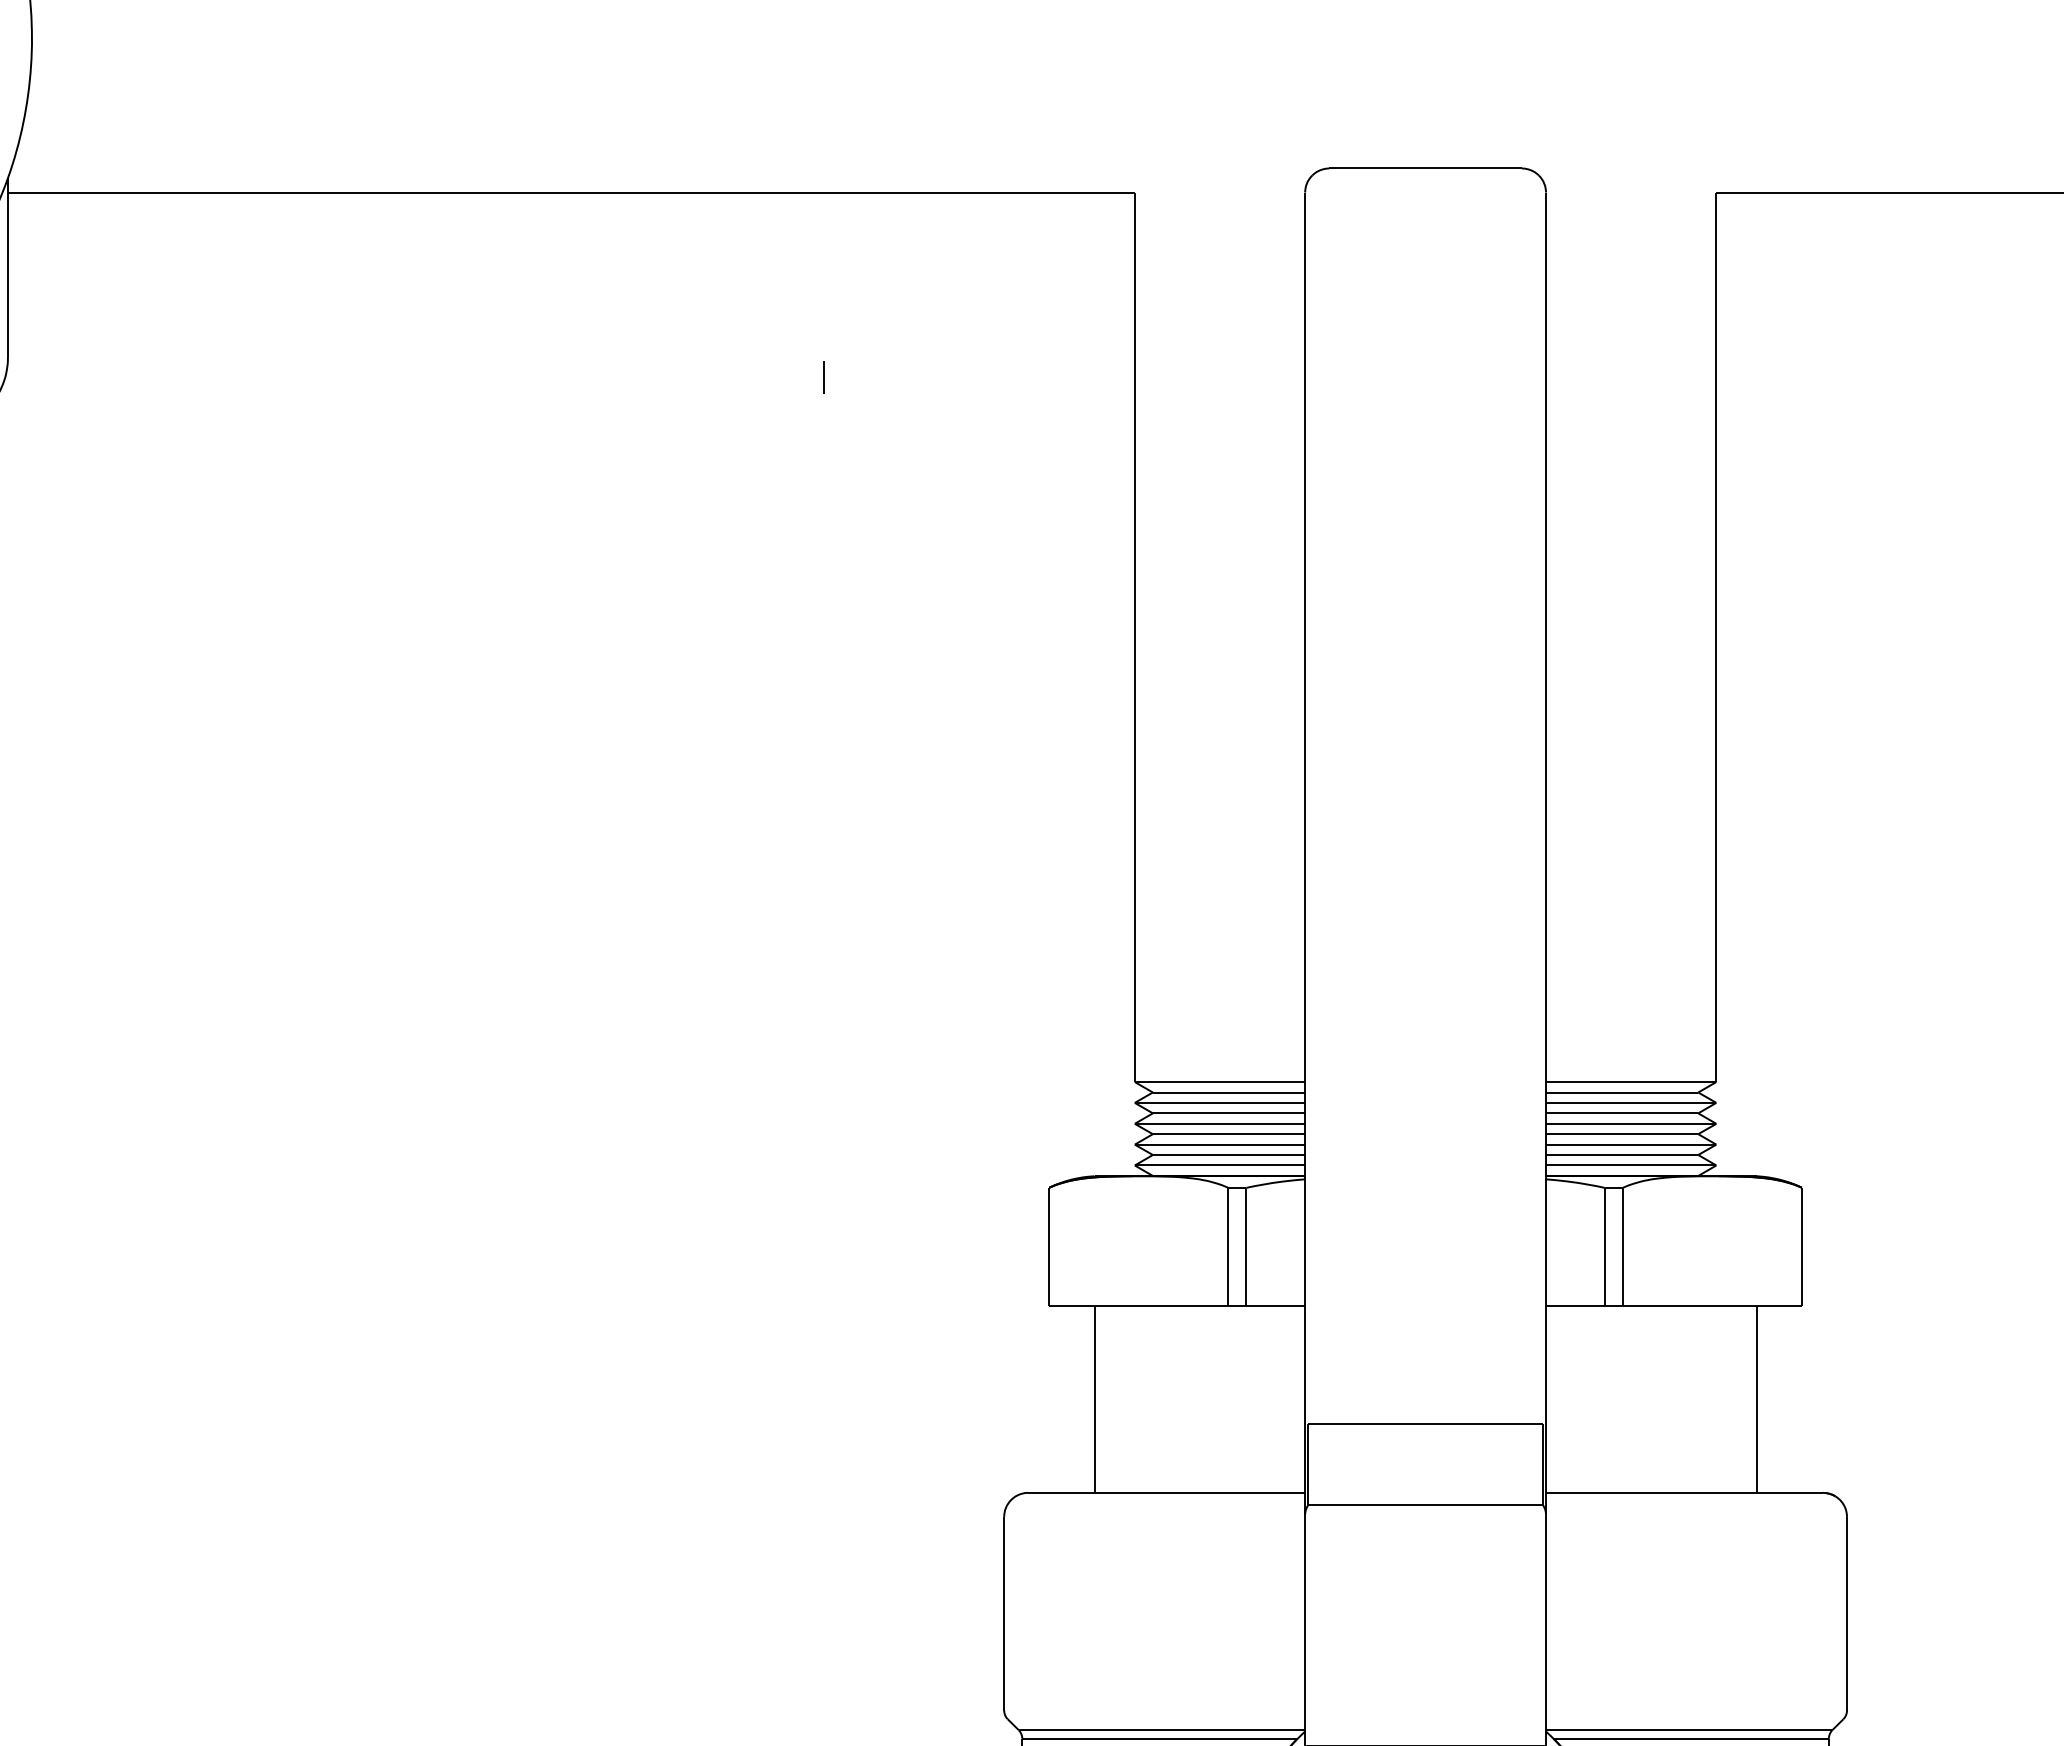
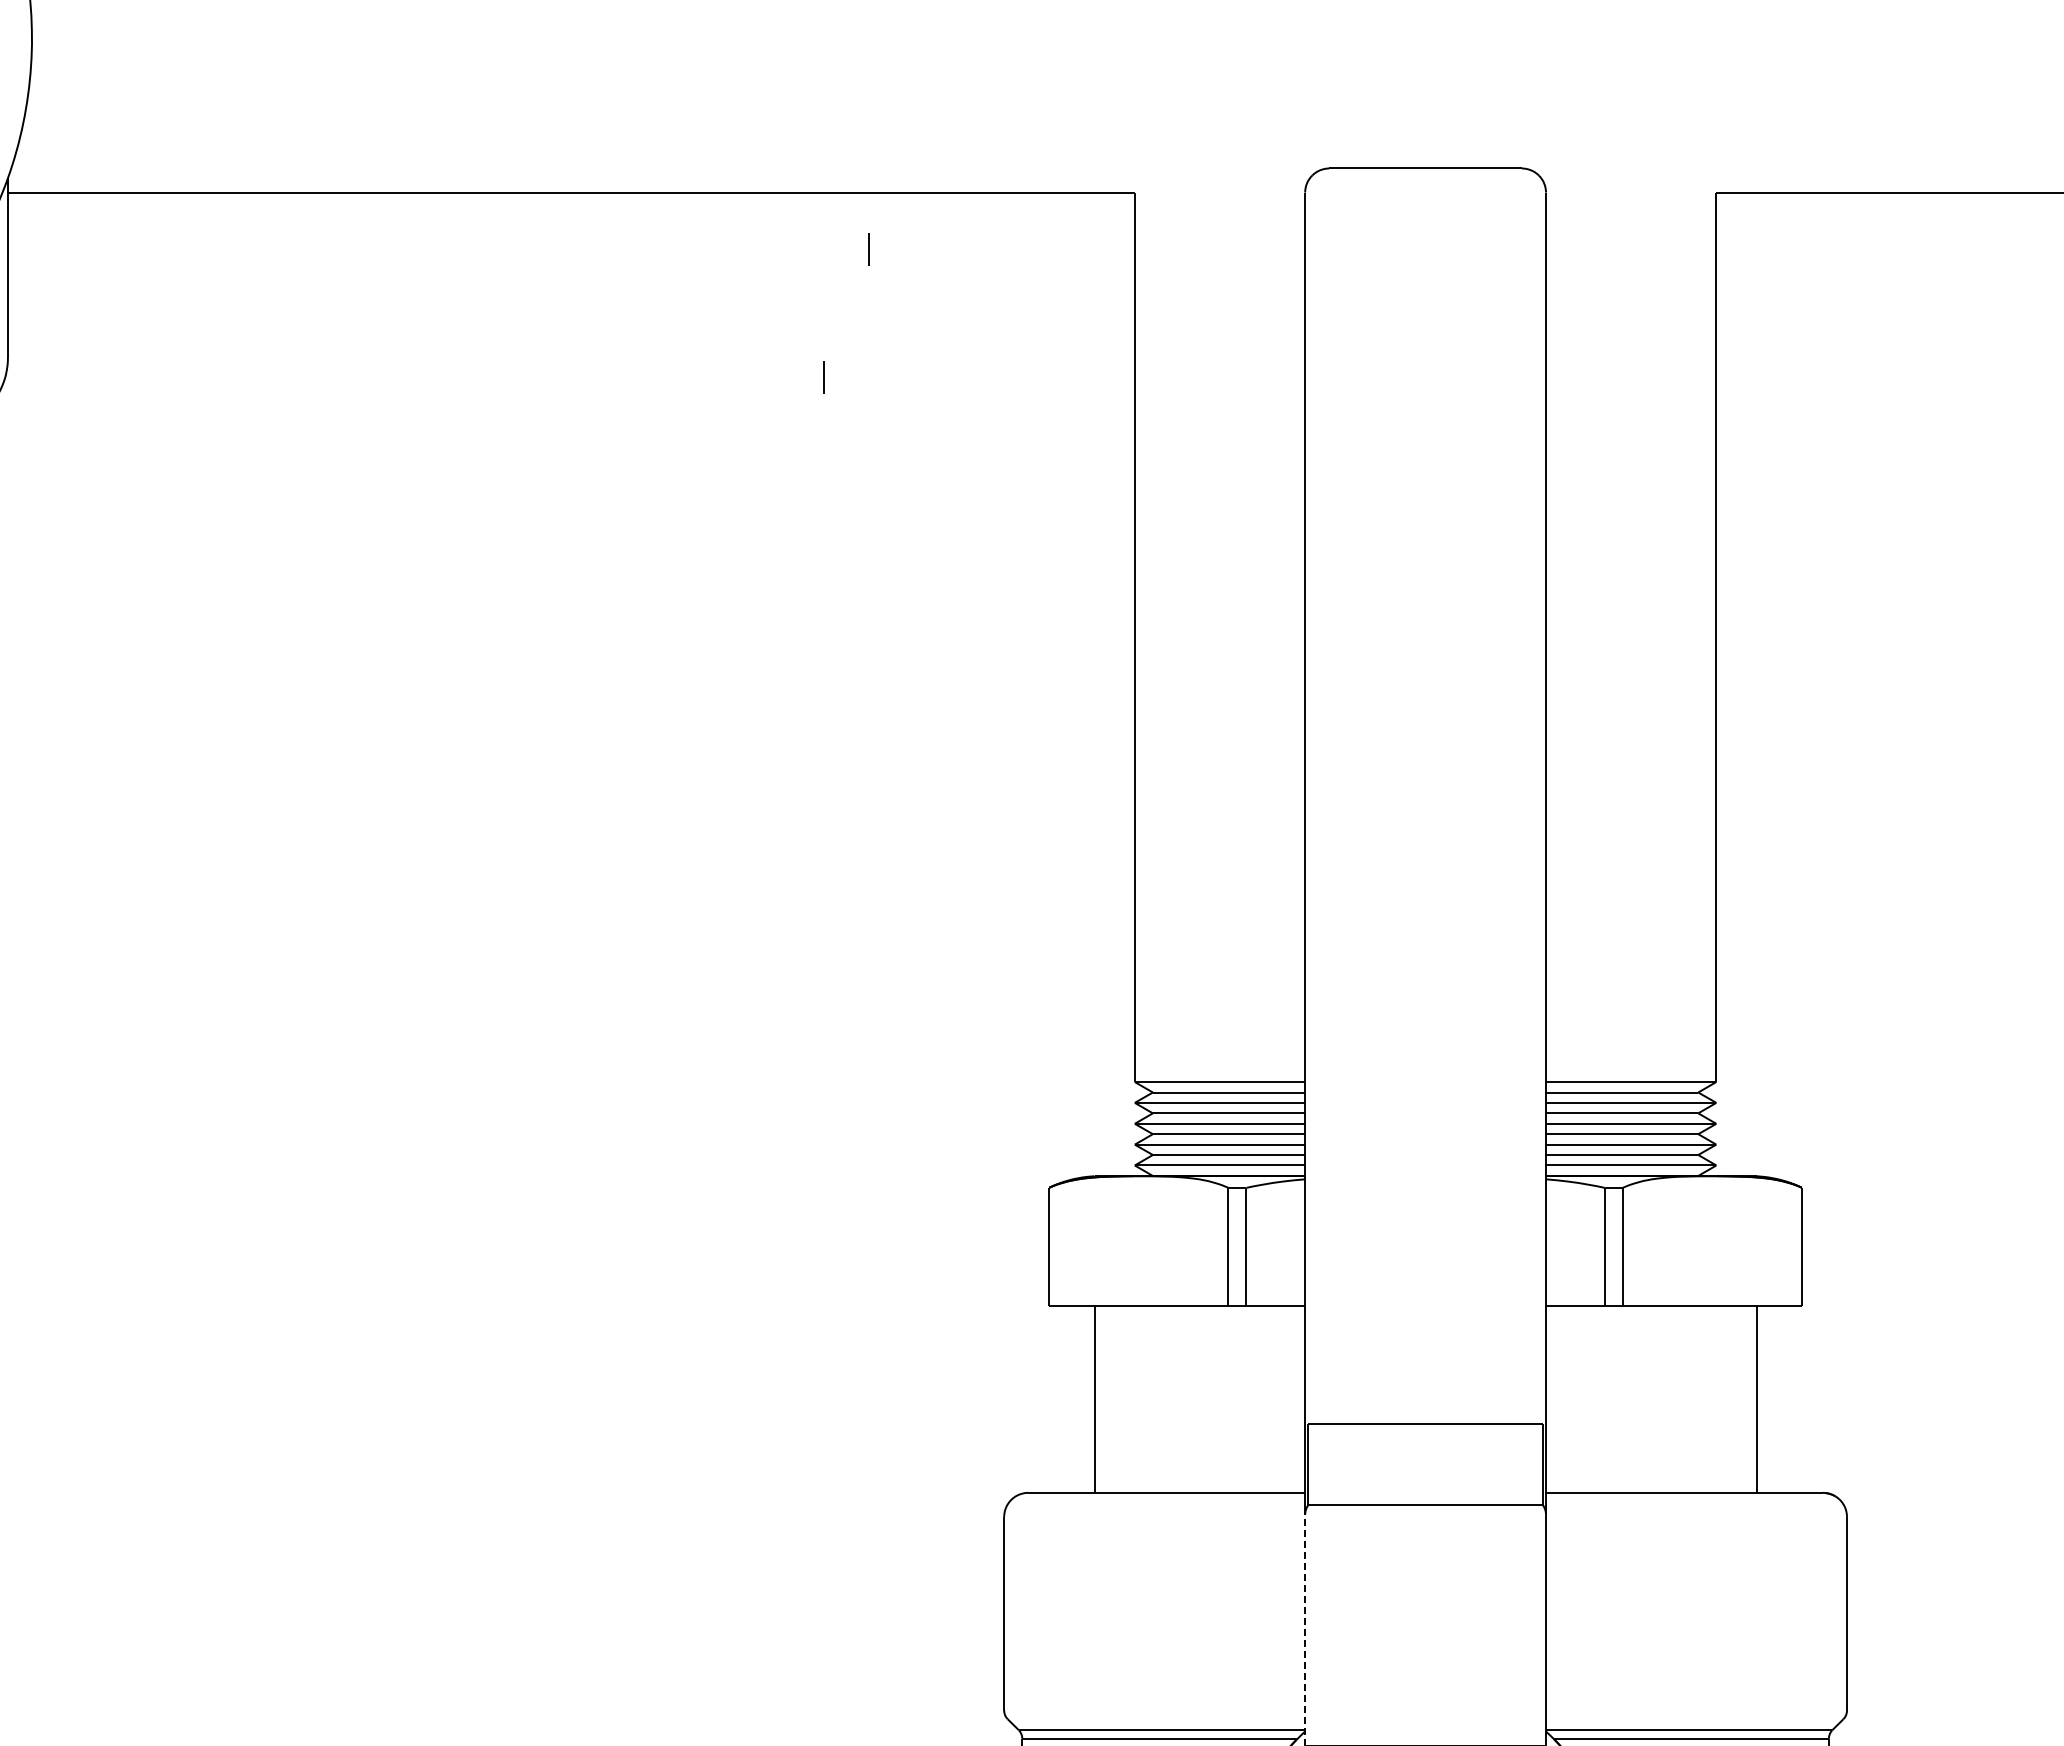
line at (868, 249): none -> present
line at (1305, 1630): solid -> dashed
